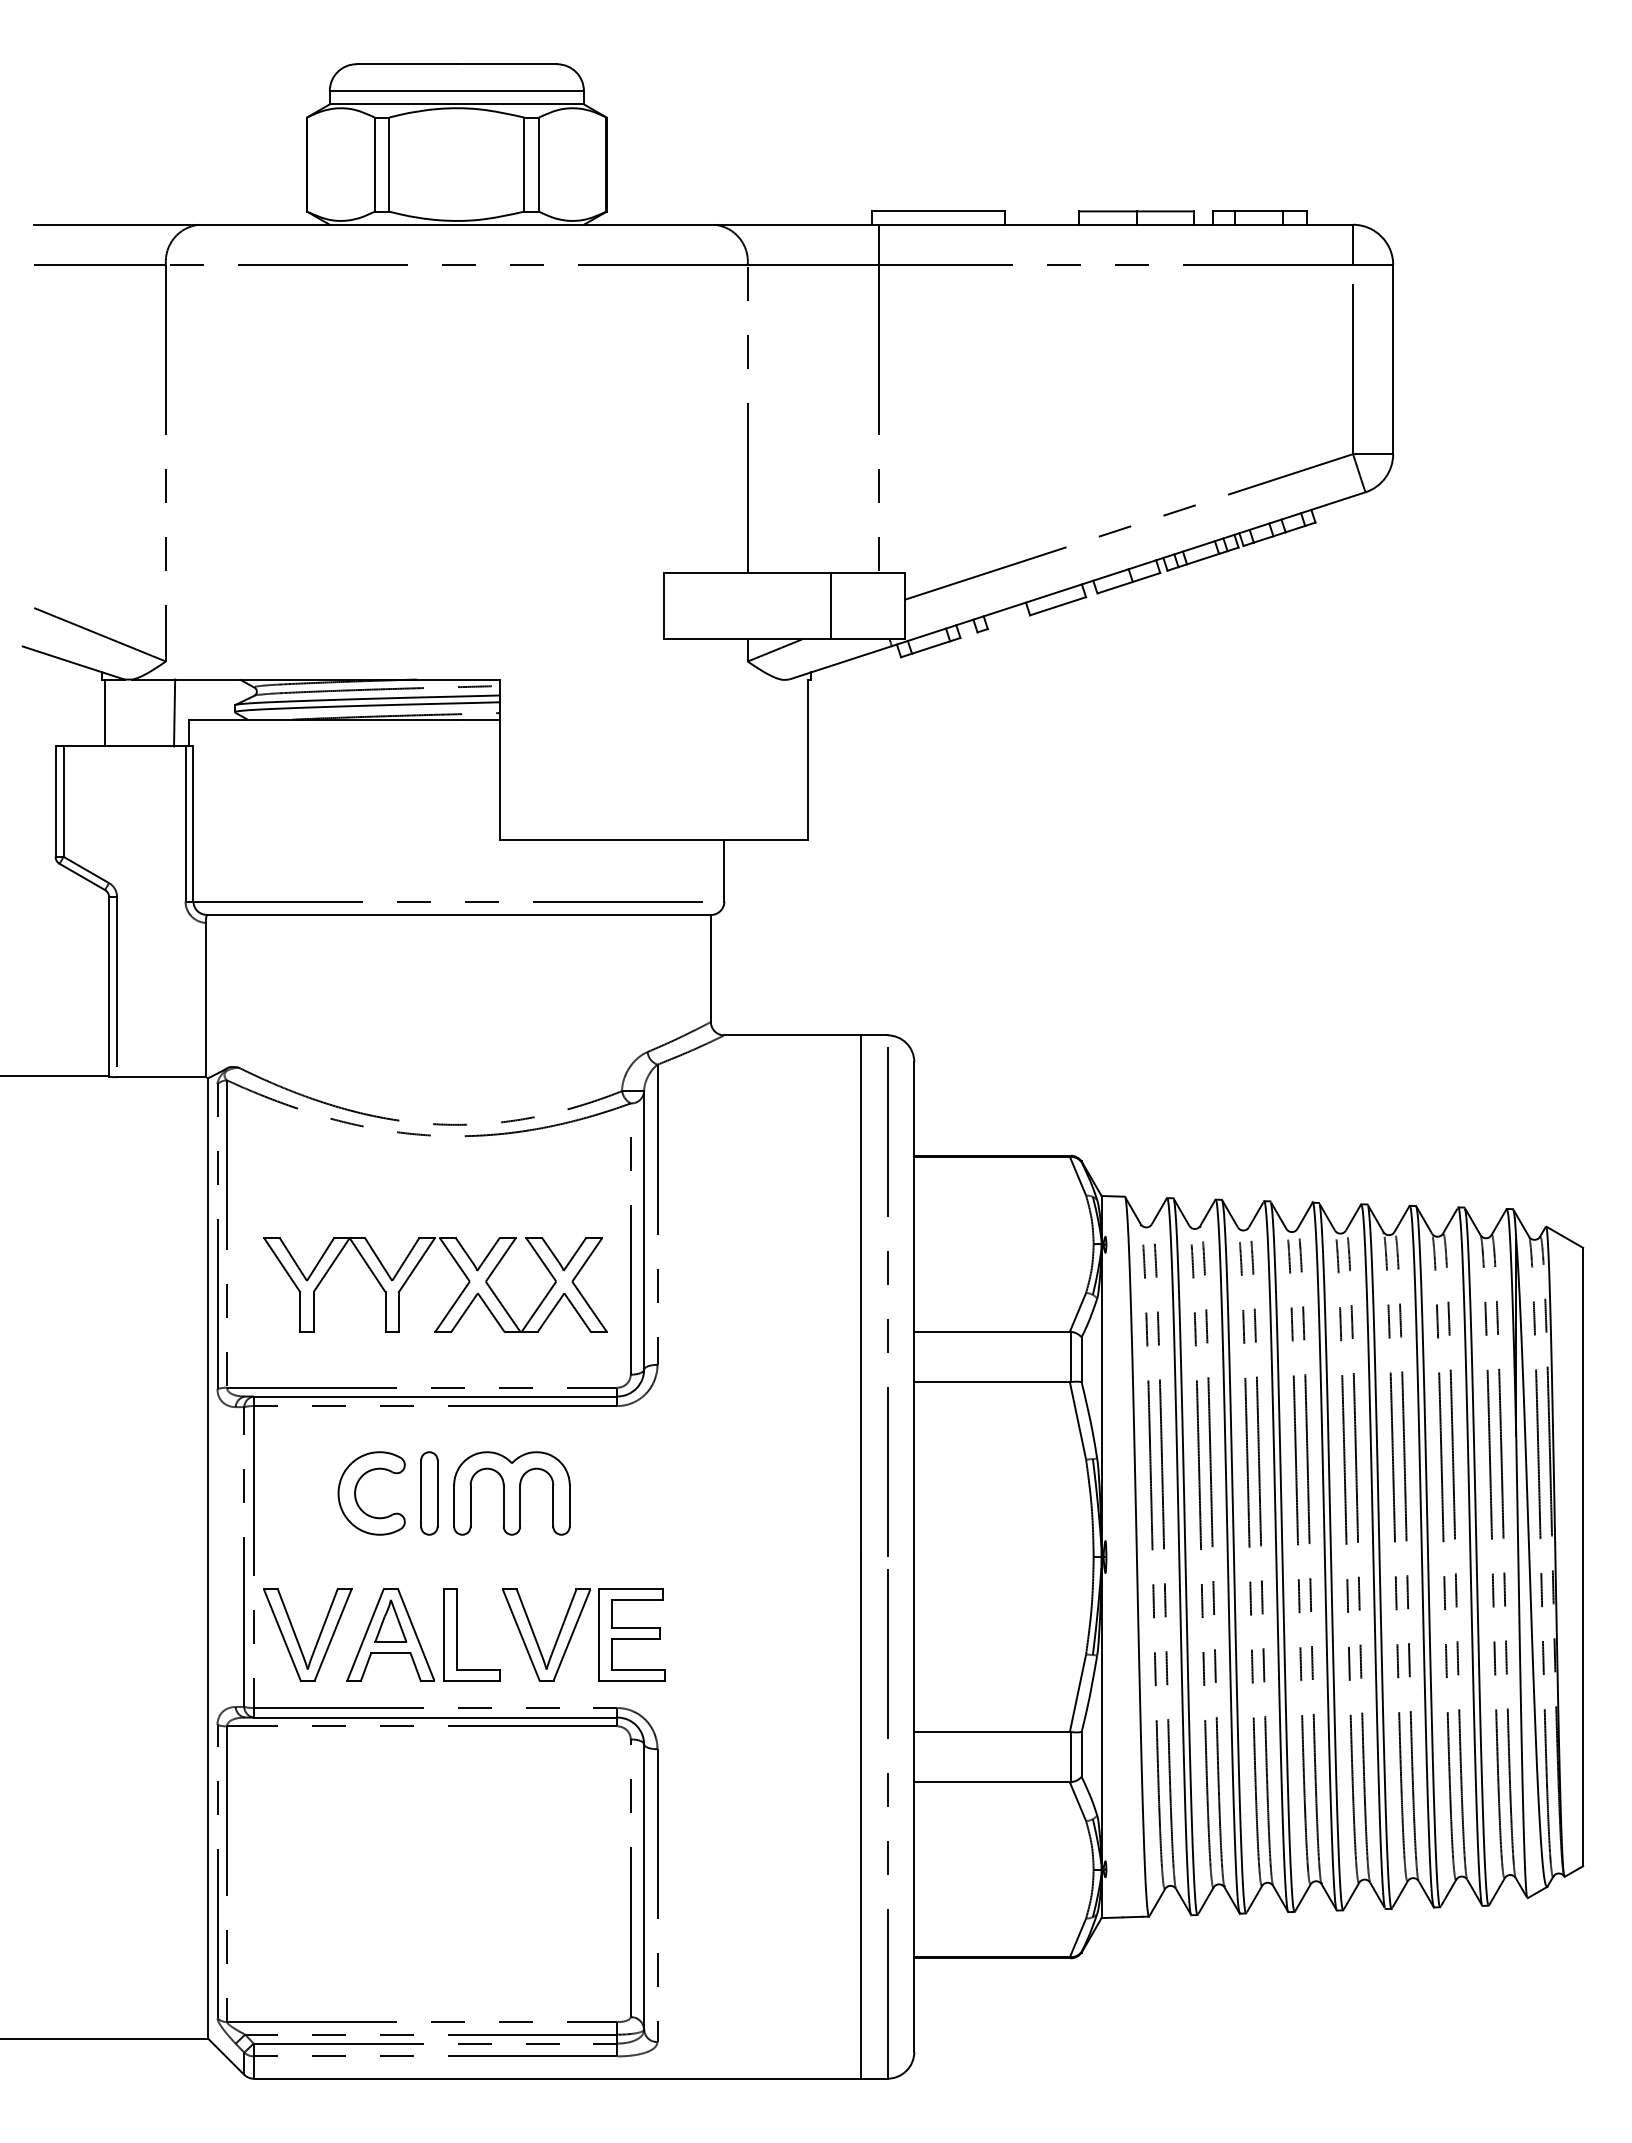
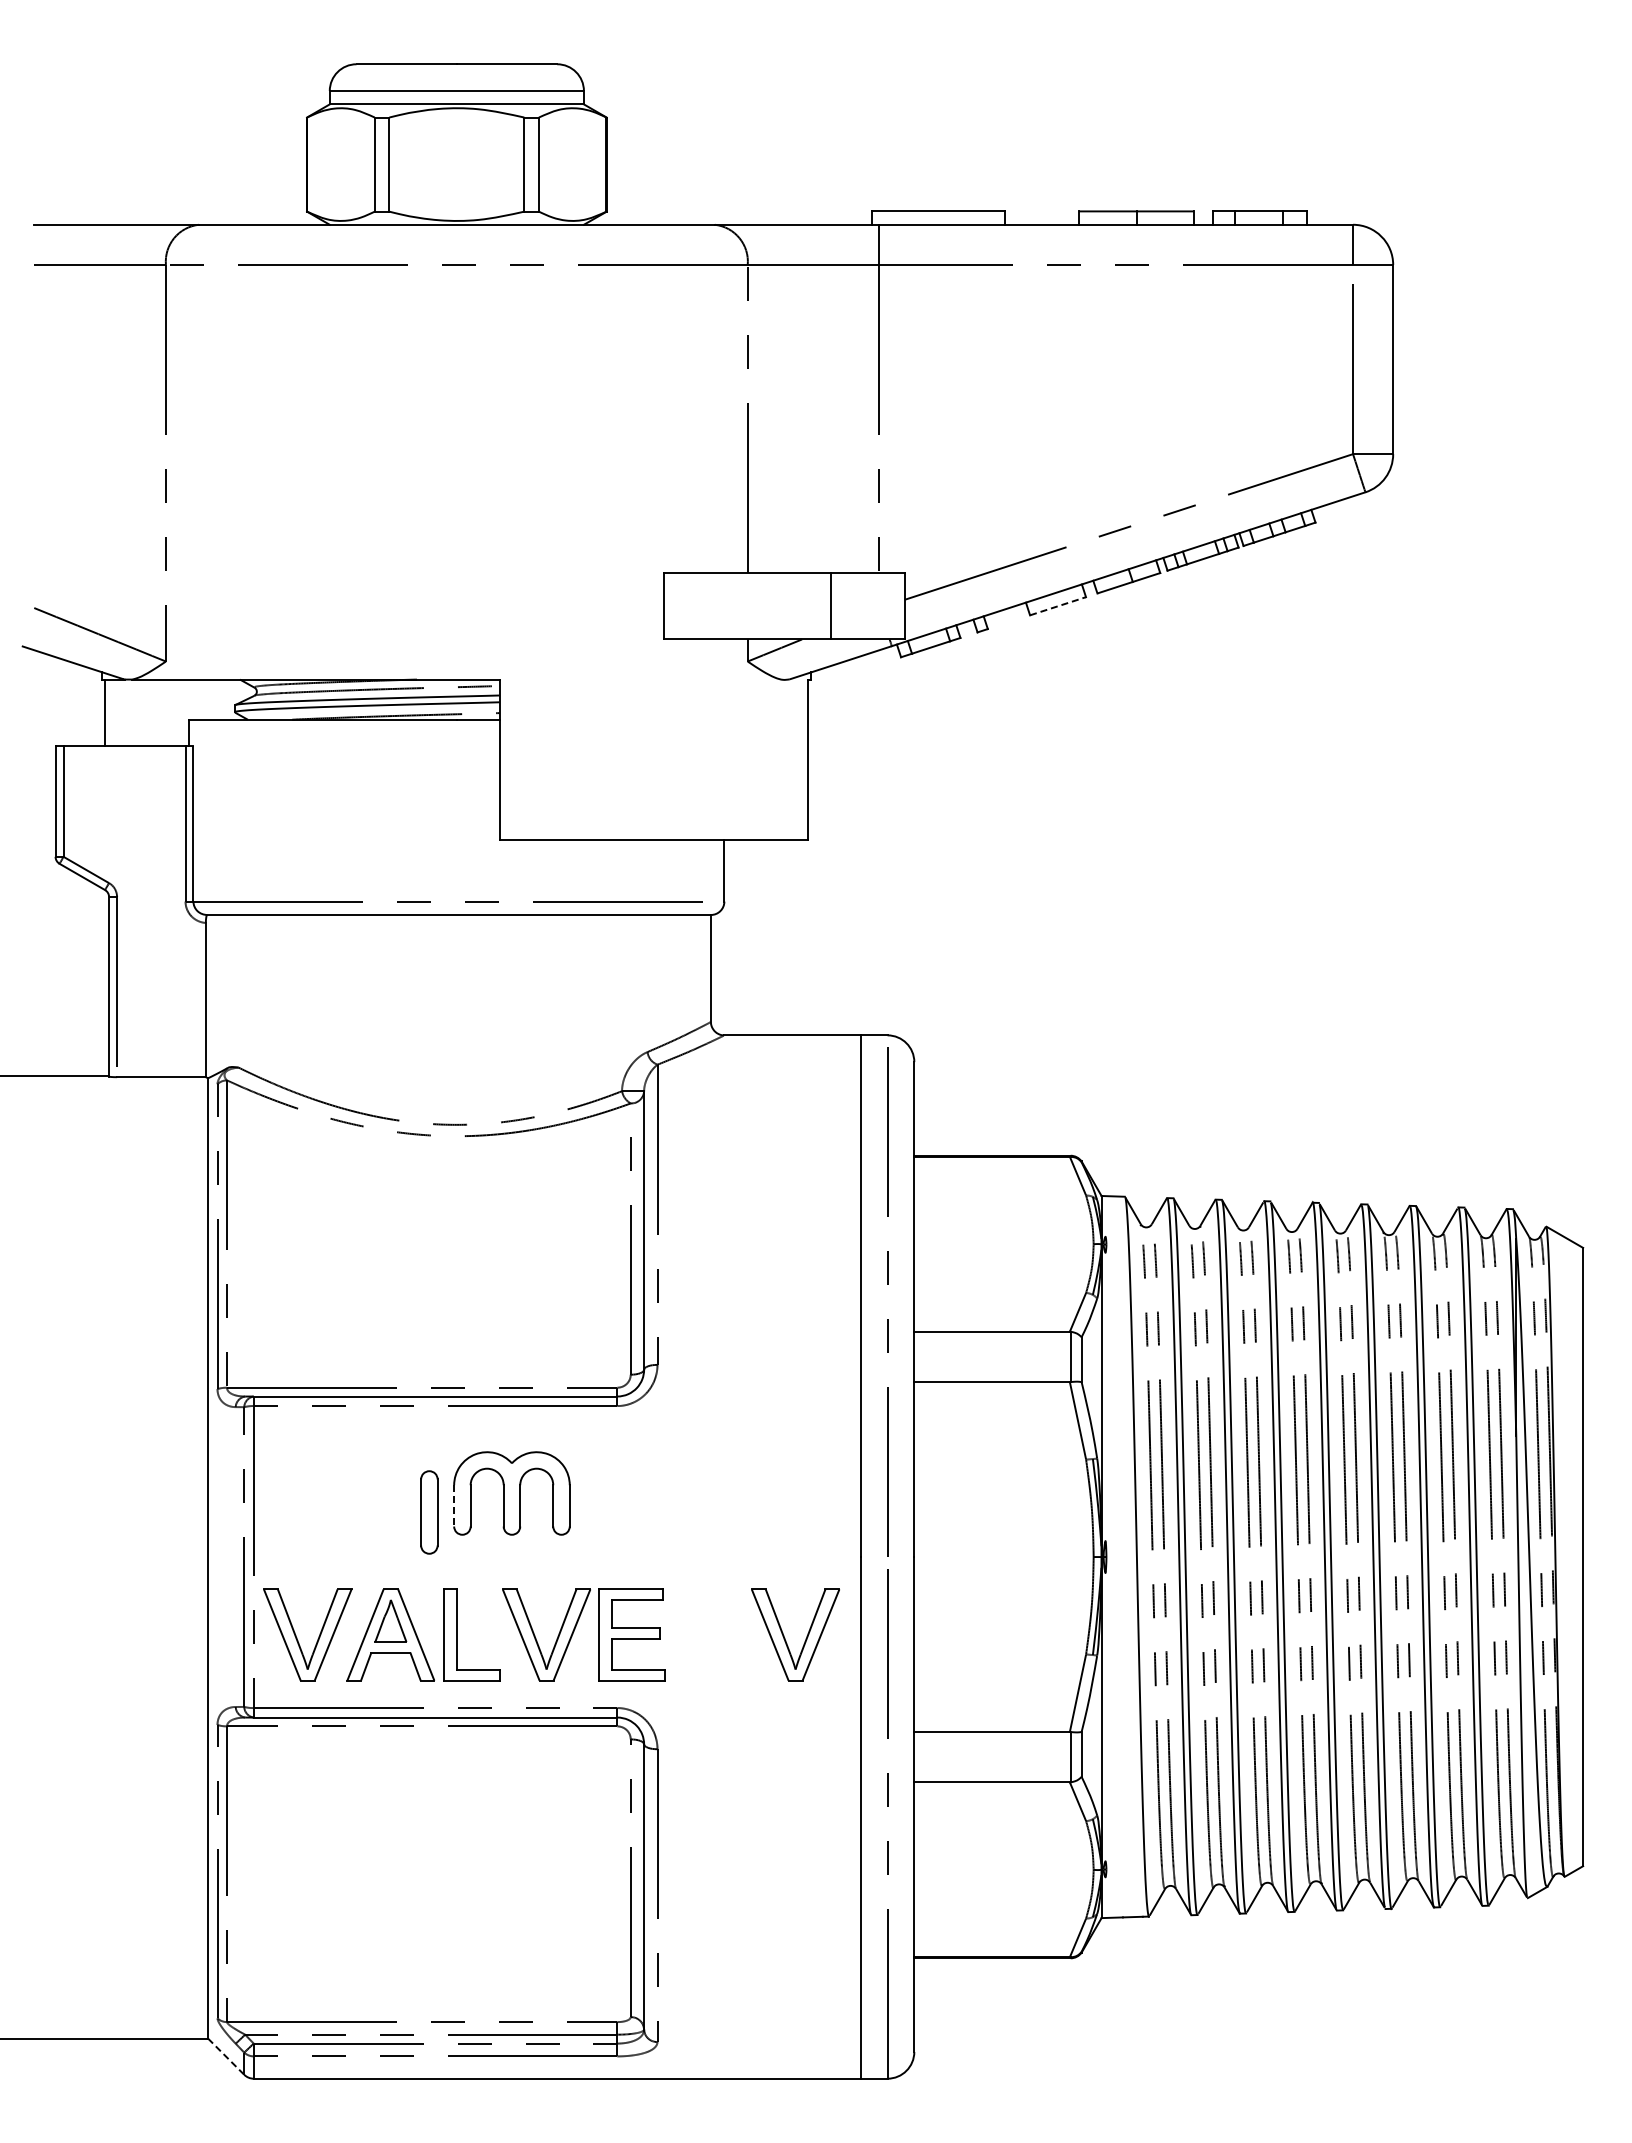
line at (1058, 606): solid -> dashed
line at (174, 712): present -> none
part at (415, 1269): present -> none
part at (356, 1491): present -> none
part at (429, 1493) position: (429, 1493) -> (429, 1512)
line at (454, 1505): solid -> dashed
part at (785, 1638): none -> present
line at (226, 2056): solid -> dashed
